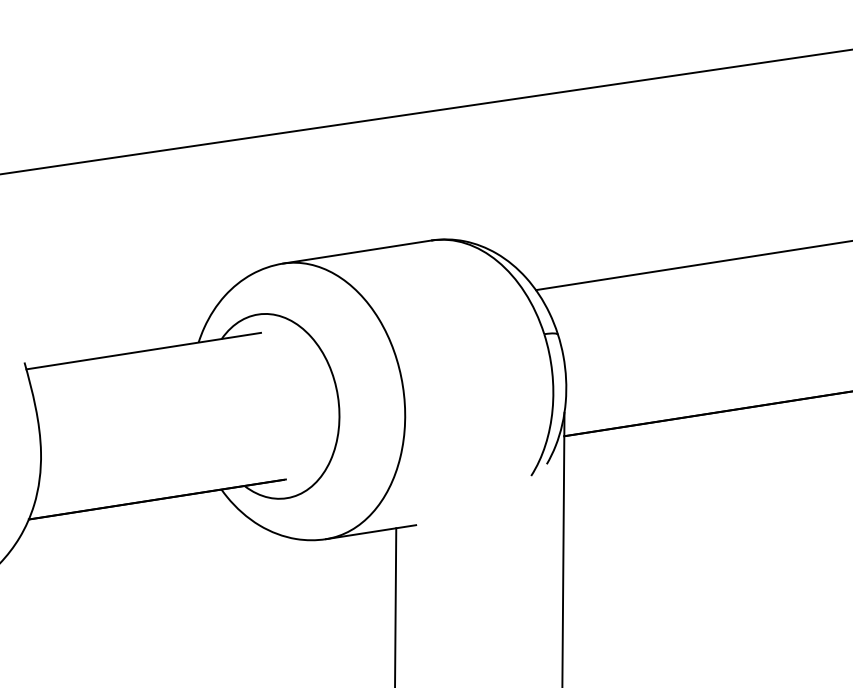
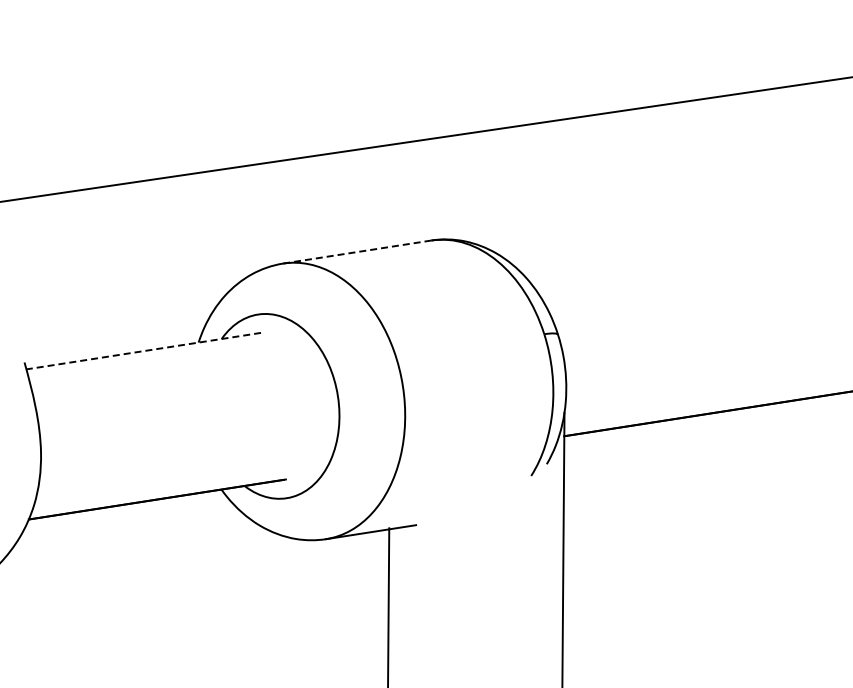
line at (425, 112) position: (425, 112) -> (425, 139)
line at (357, 252): solid -> dashed
line at (692, 265): present -> none
line at (143, 351): solid -> dashed
line at (395, 606) position: (395, 606) -> (388, 606)
